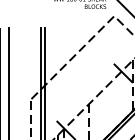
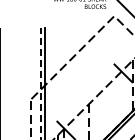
line at (9, 82): present -> none
line at (40, 83): solid -> dashed
